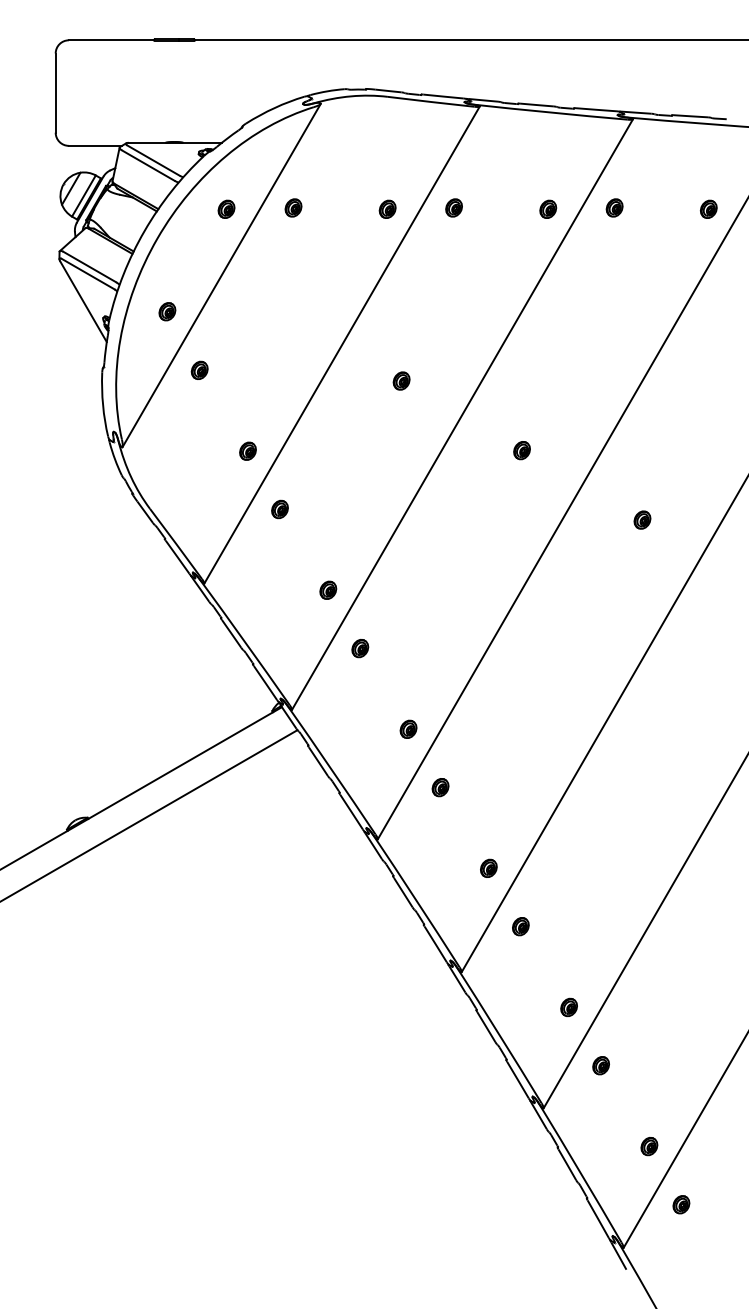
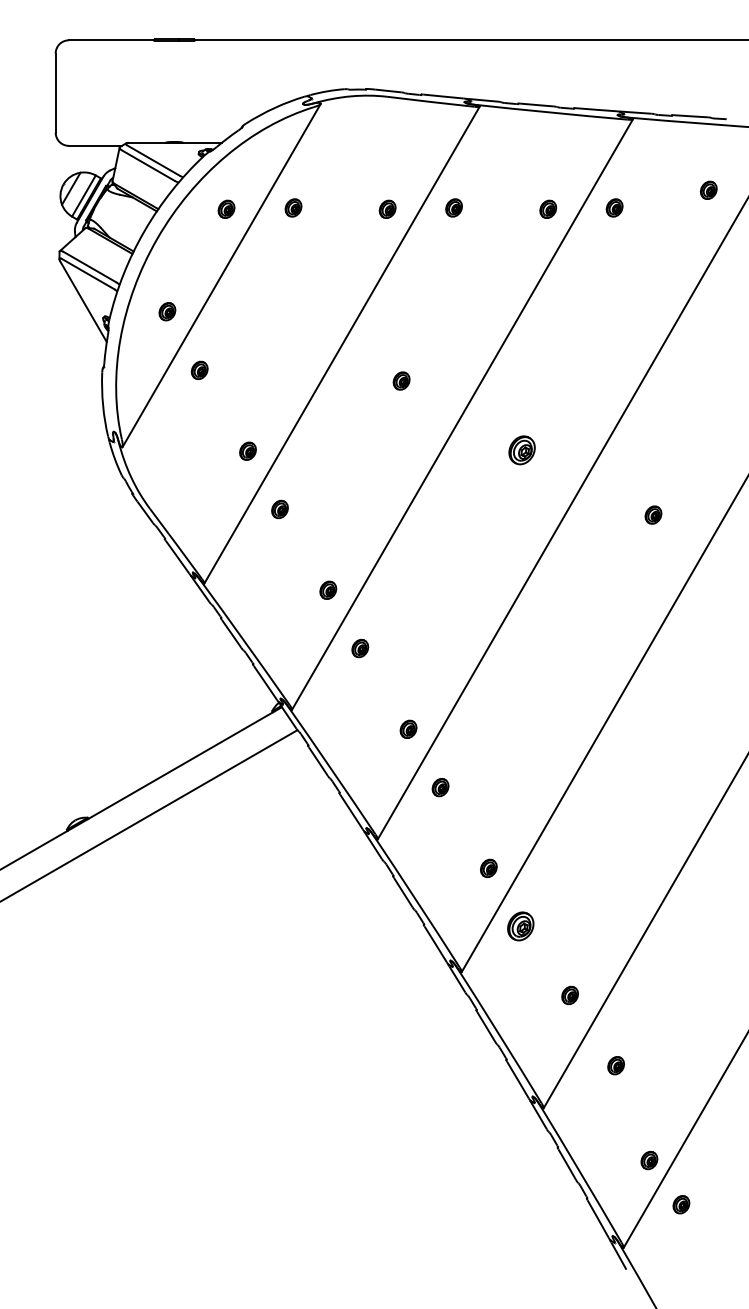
part at (708, 208) position: (708, 208) -> (708, 189)
part at (521, 450) size: 18x20 px -> 28x31 px
part at (642, 519) position: (642, 519) -> (653, 514)
part at (520, 926) size: 18x20 px -> 28x31 px
part at (568, 1006) position: (568, 1006) -> (569, 994)
part at (600, 1065) position: (600, 1065) -> (615, 1065)
part at (649, 1146) position: (649, 1146) -> (649, 1160)
